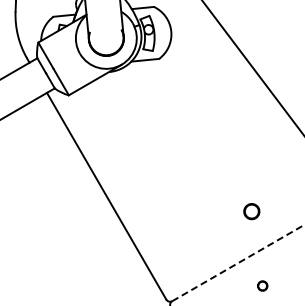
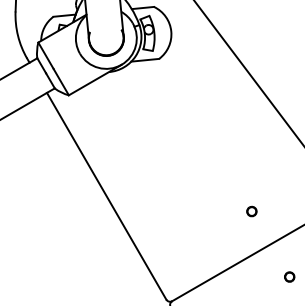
line at (252, 67) position: (252, 67) -> (248, 72)
part at (251, 211) size: 18x18 px -> 12x13 px
line at (238, 262): dashed -> solid
part at (262, 285) position: (262, 285) -> (289, 276)
